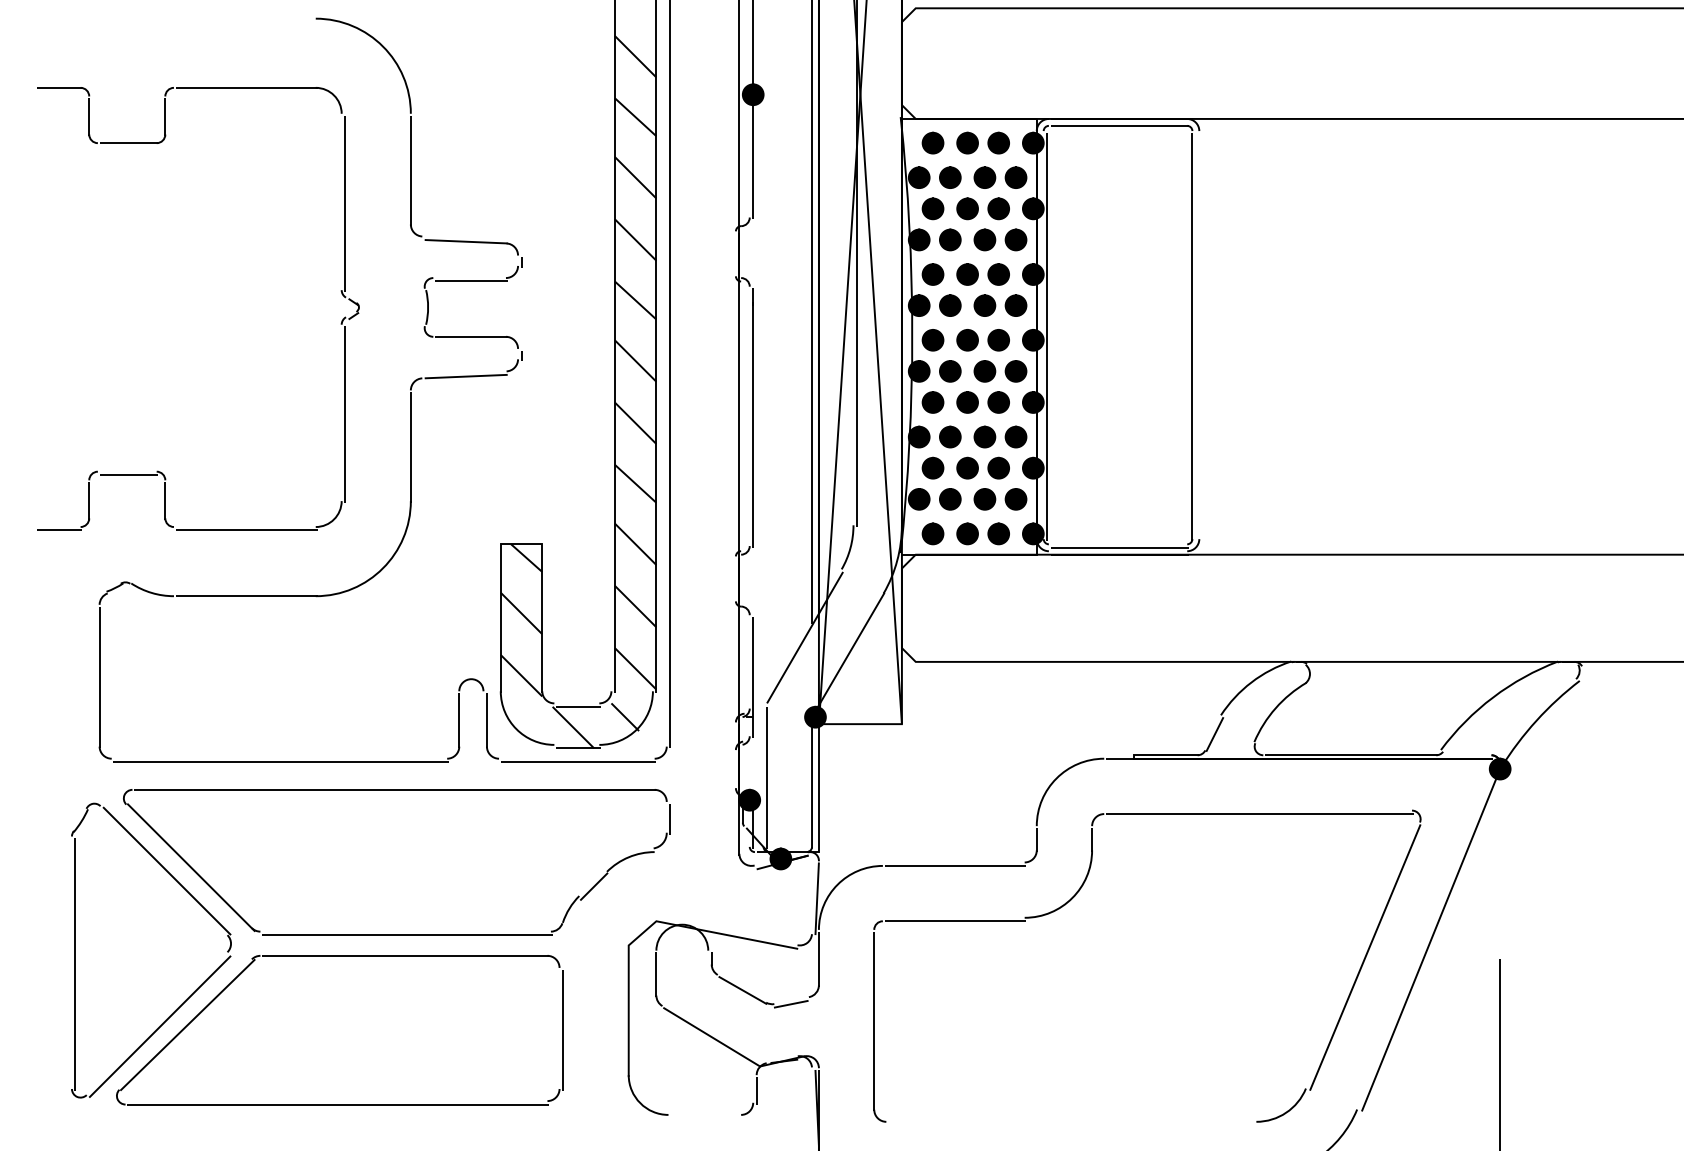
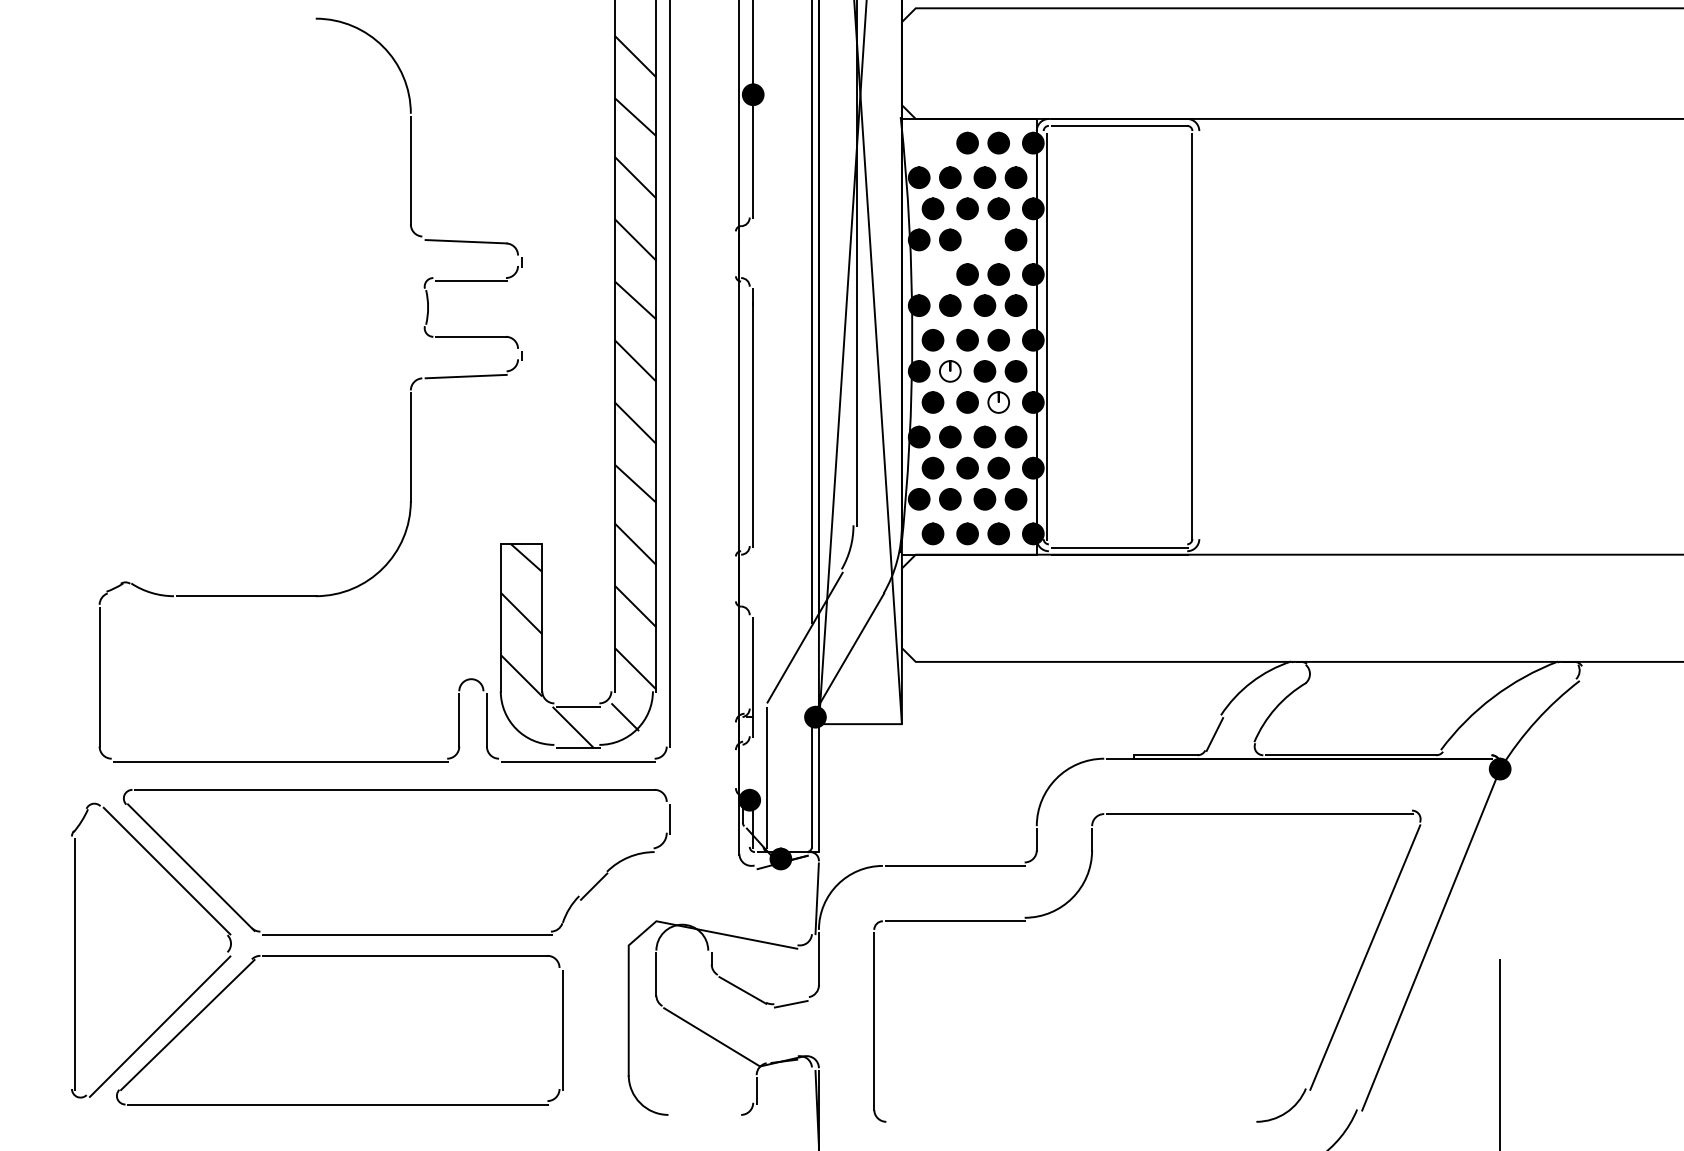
part at (932, 142): present -> none
part at (984, 239): present -> none
part at (932, 274): present -> none
part at (340, 323): present -> none
fill at (949, 371): present -> none
fill at (998, 402): present -> none
